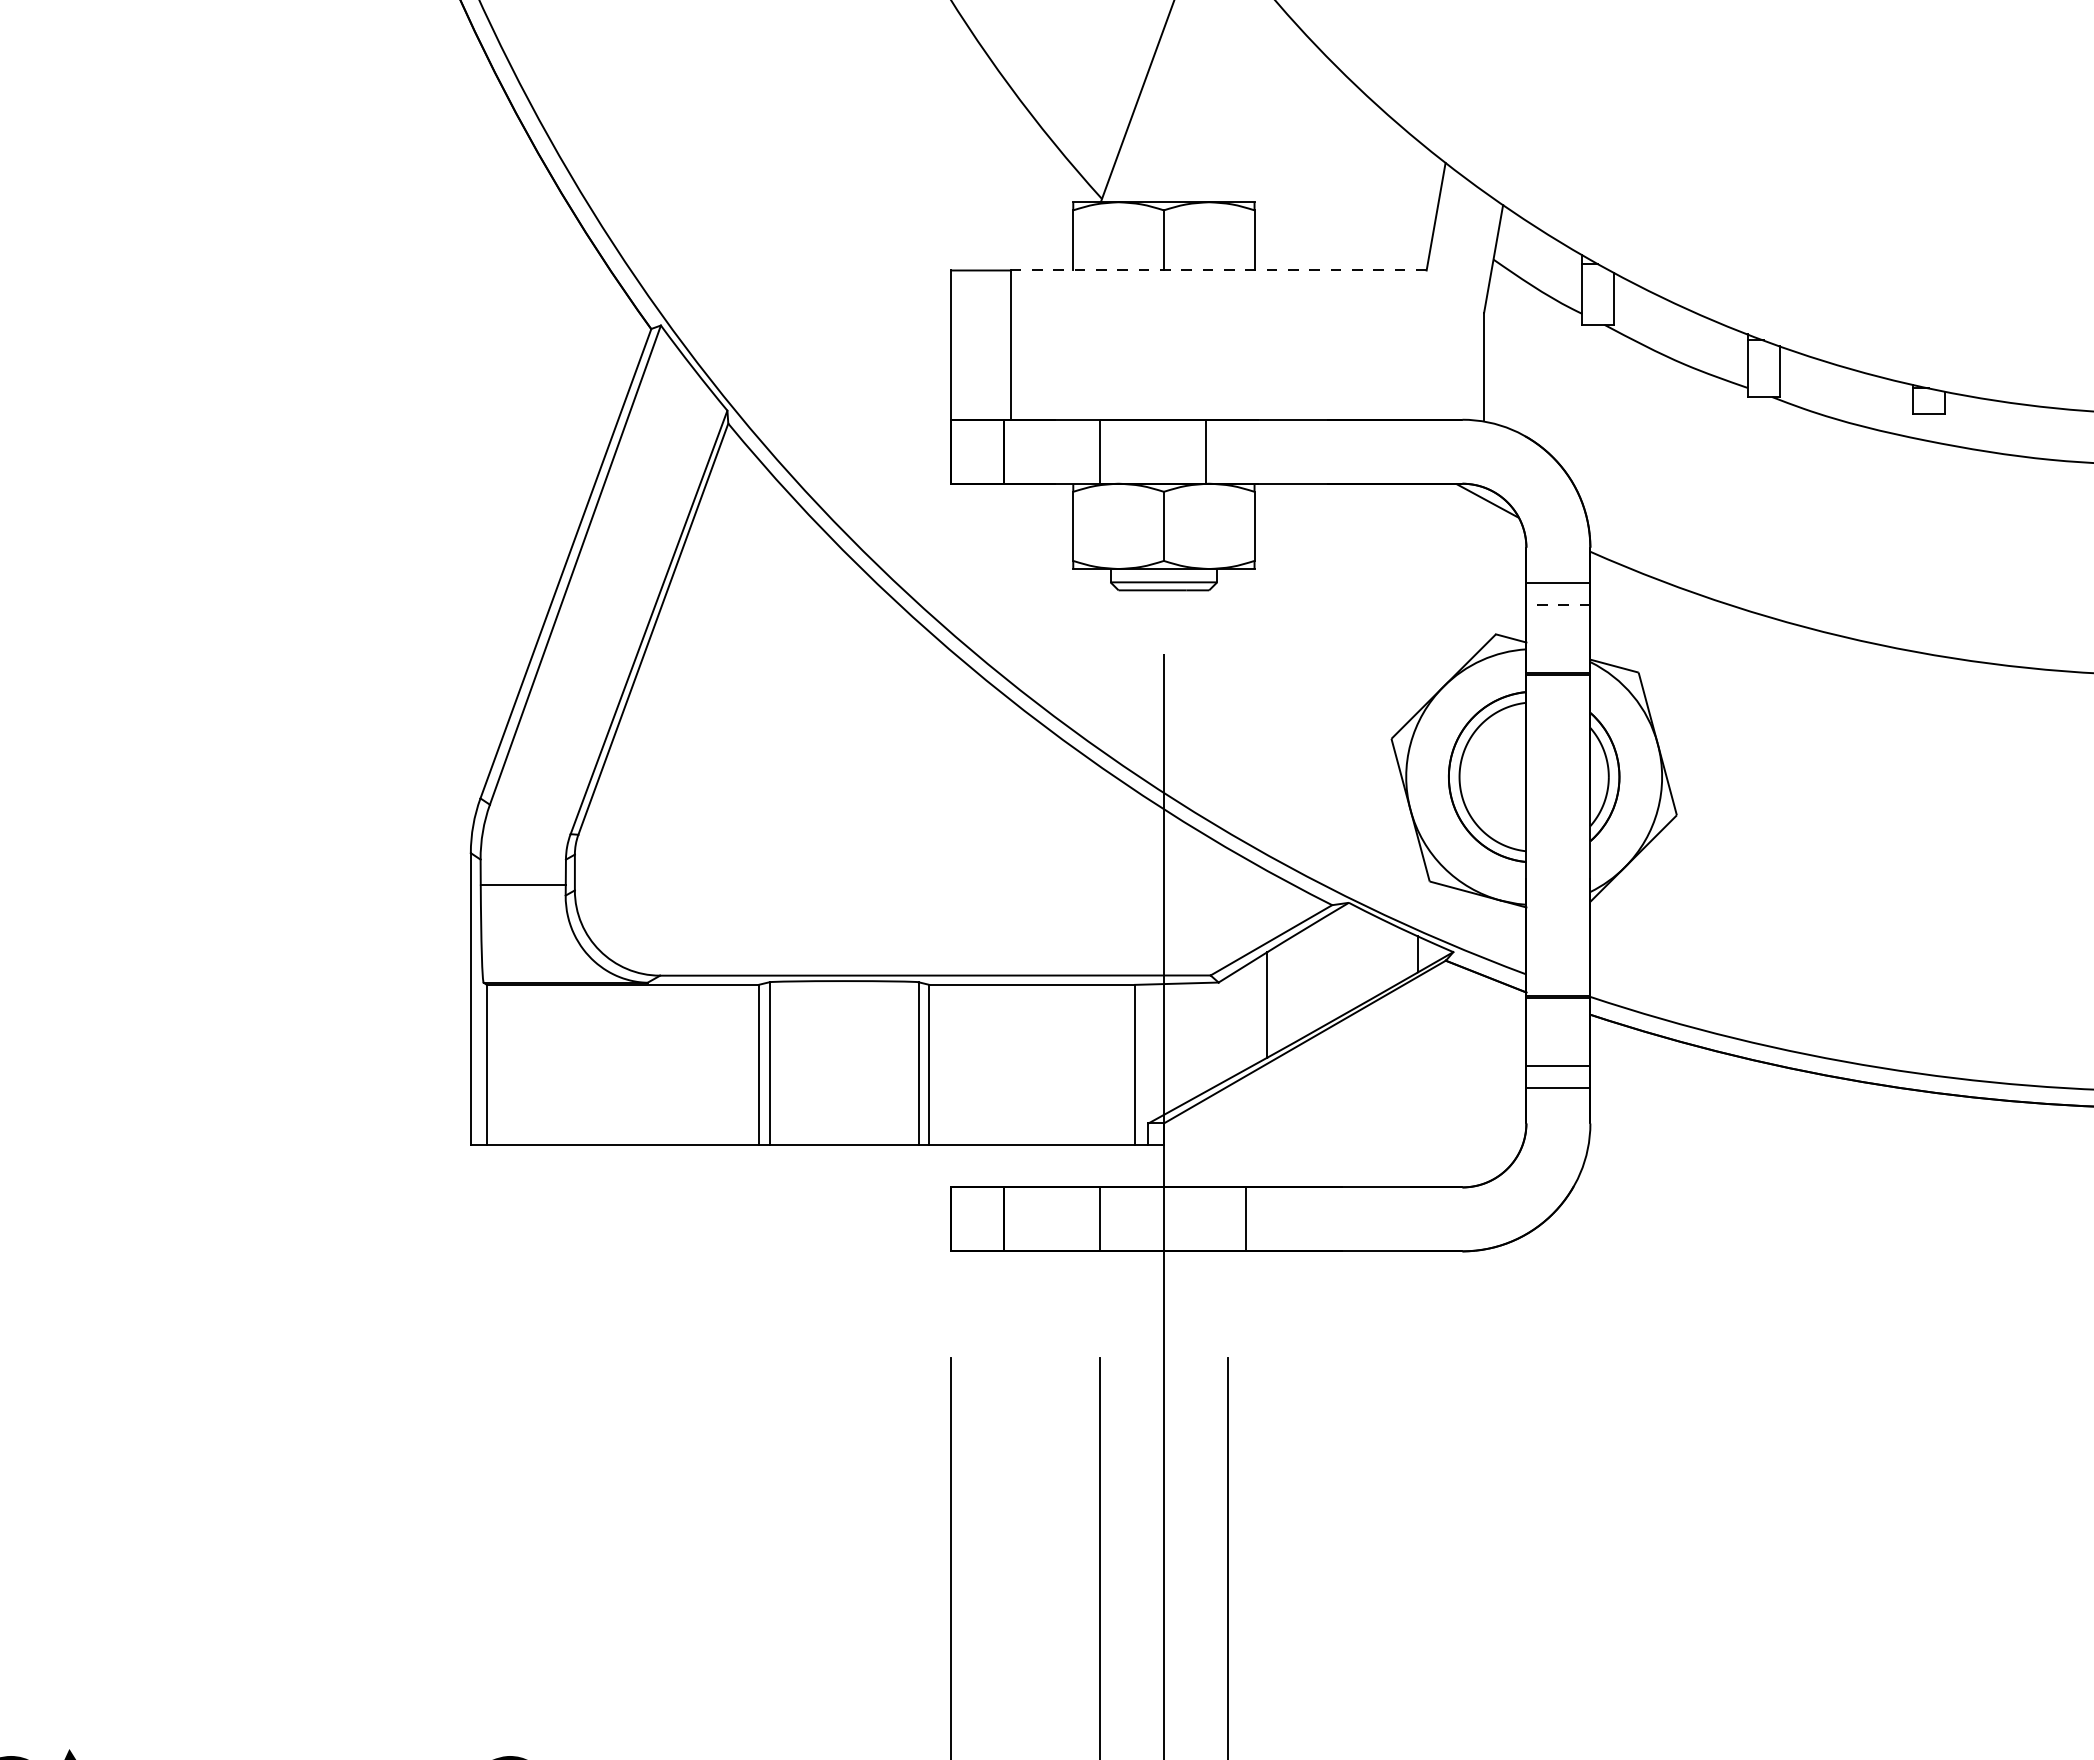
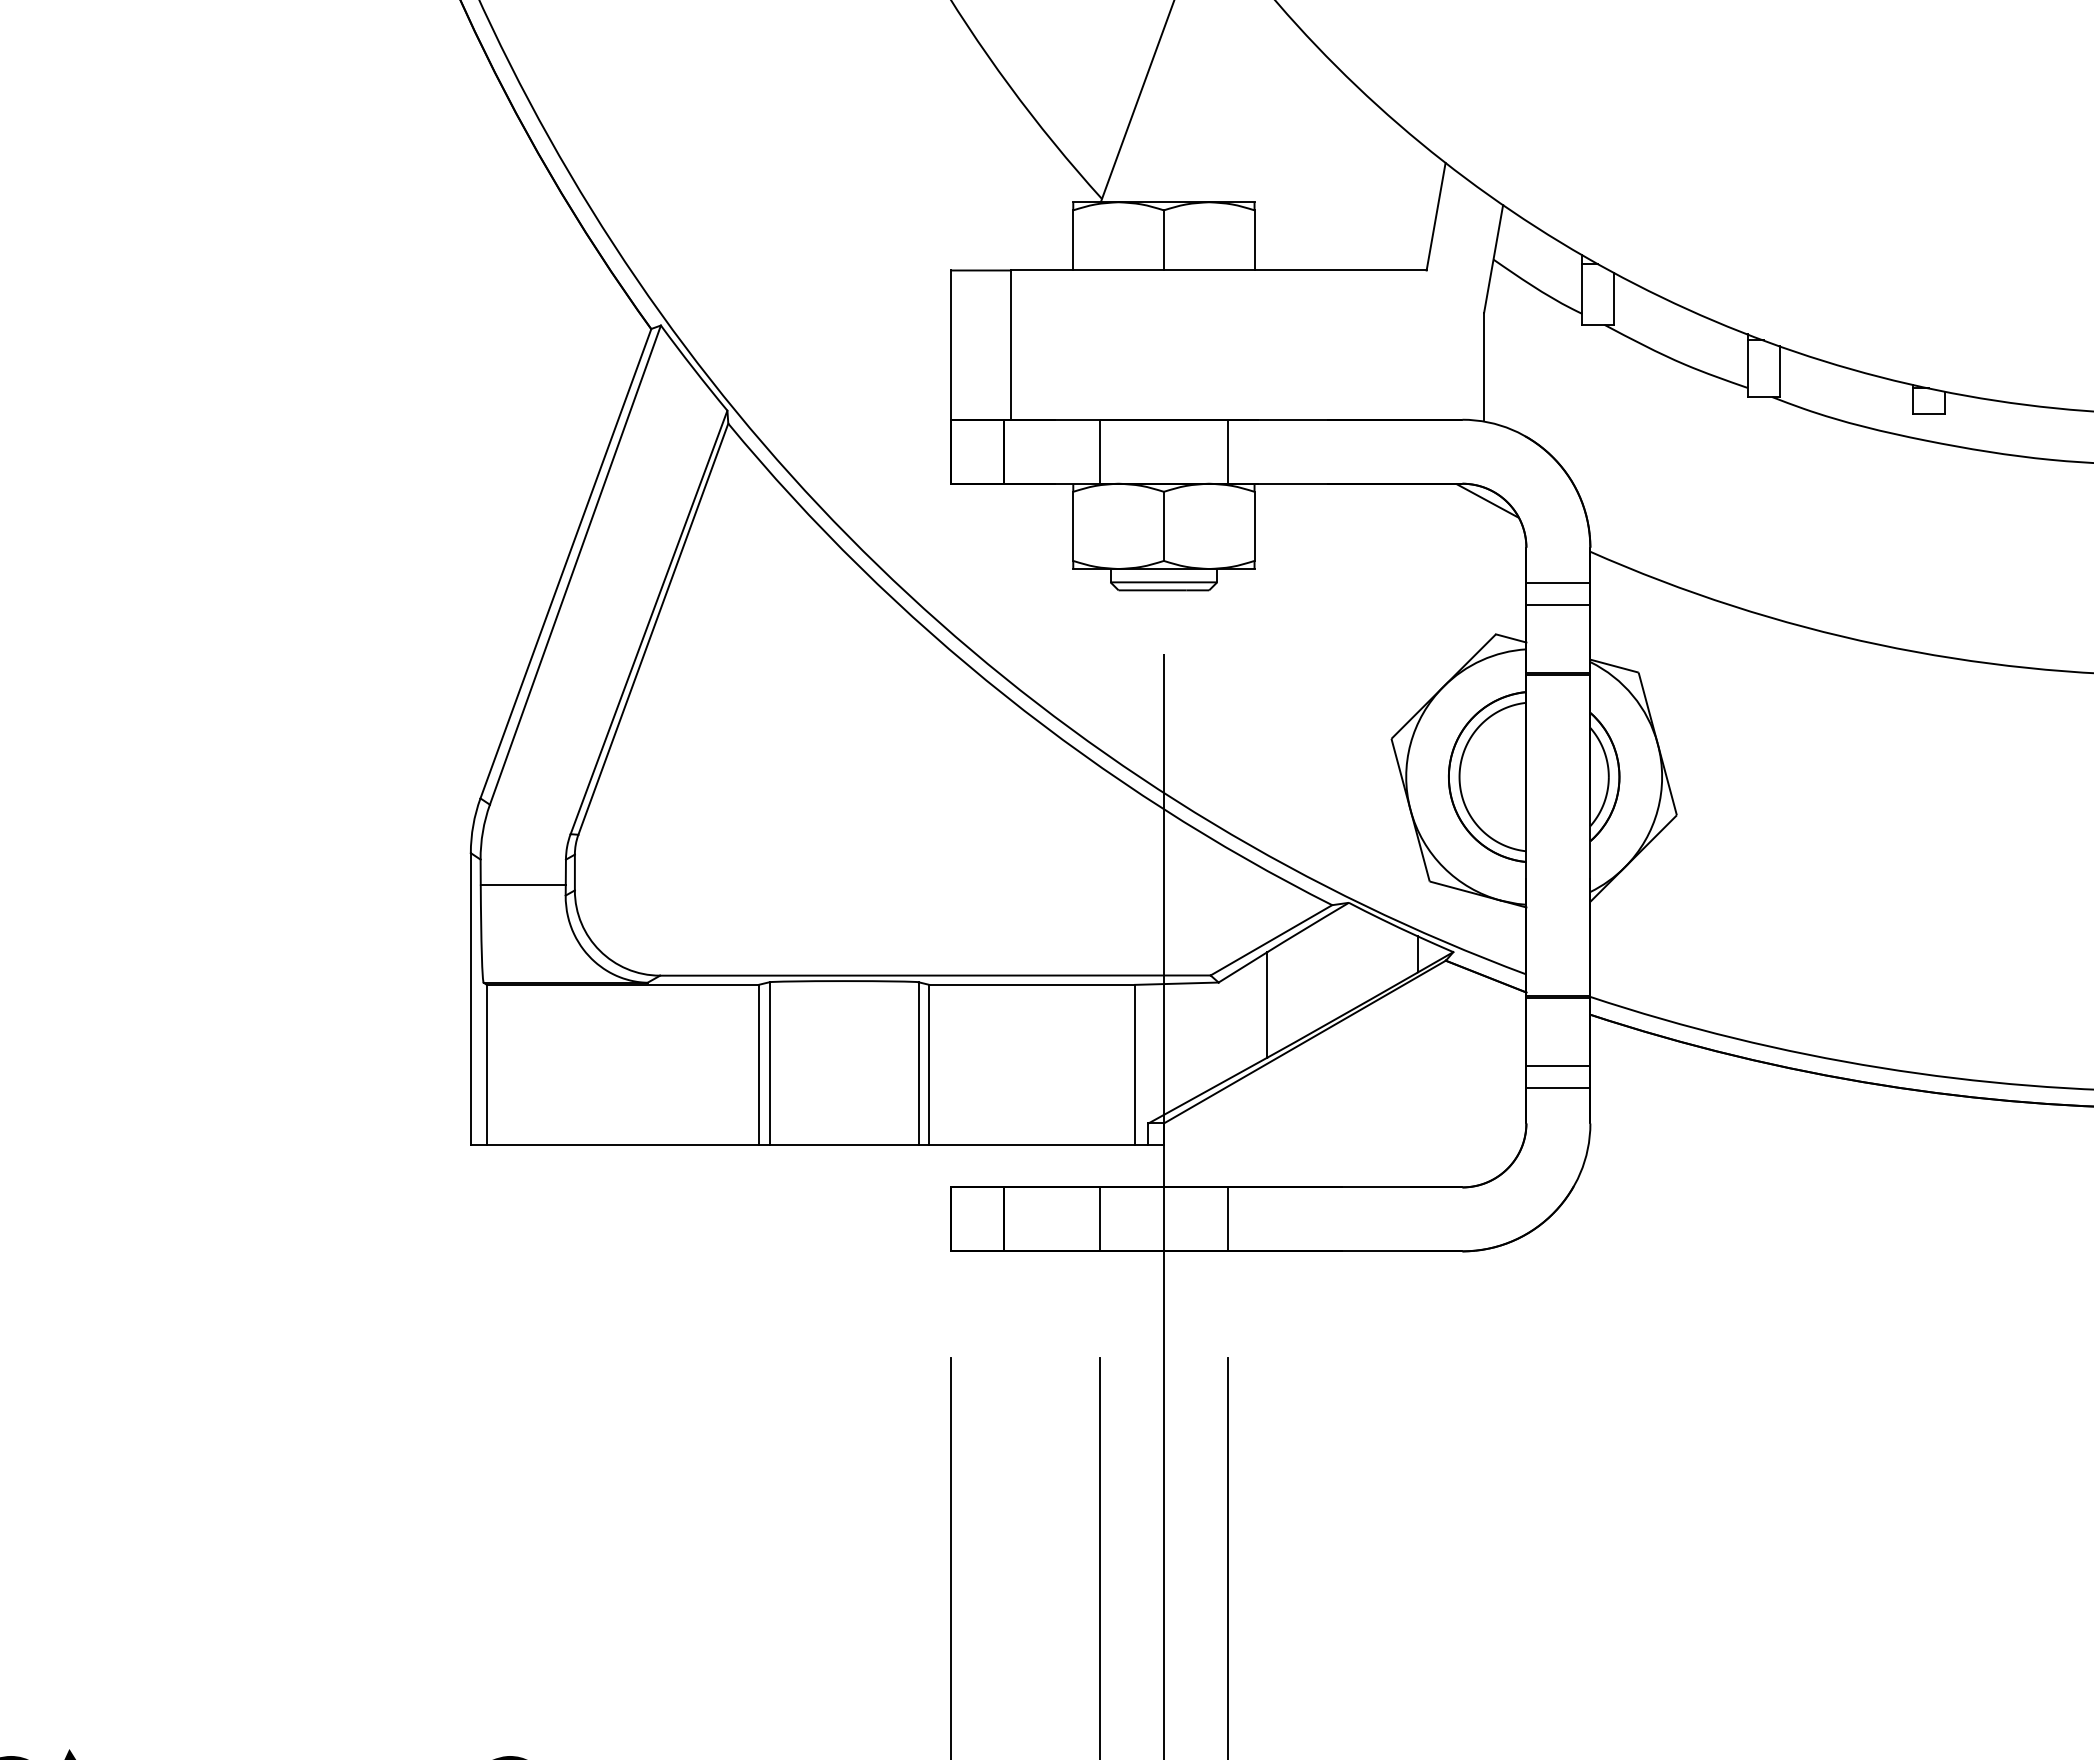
line at (1218, 270): dashed -> solid
line at (1205, 451) position: (1205, 451) -> (1227, 451)
line at (1558, 605): dashed -> solid
line at (1245, 1219) position: (1245, 1219) -> (1227, 1219)
